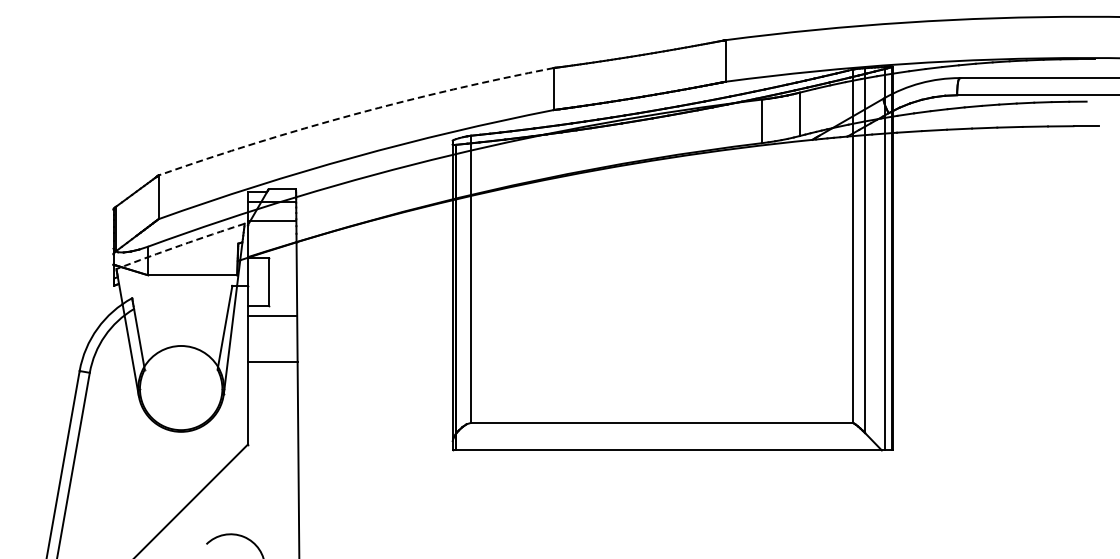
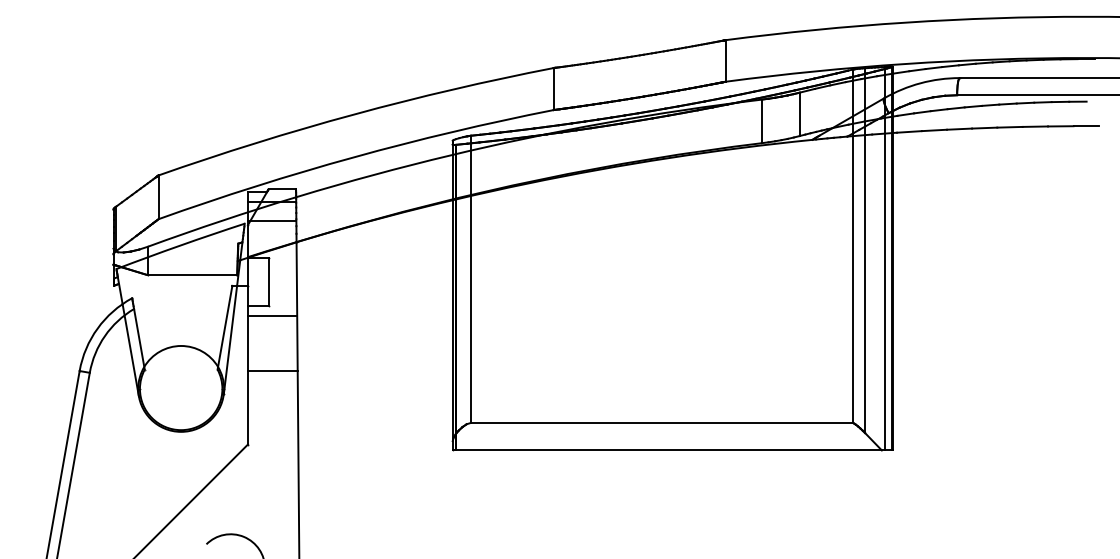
arc at (354, 114): dashed -> solid
arc at (180, 245): dashed -> solid
line at (272, 361) position: (272, 361) -> (272, 370)
